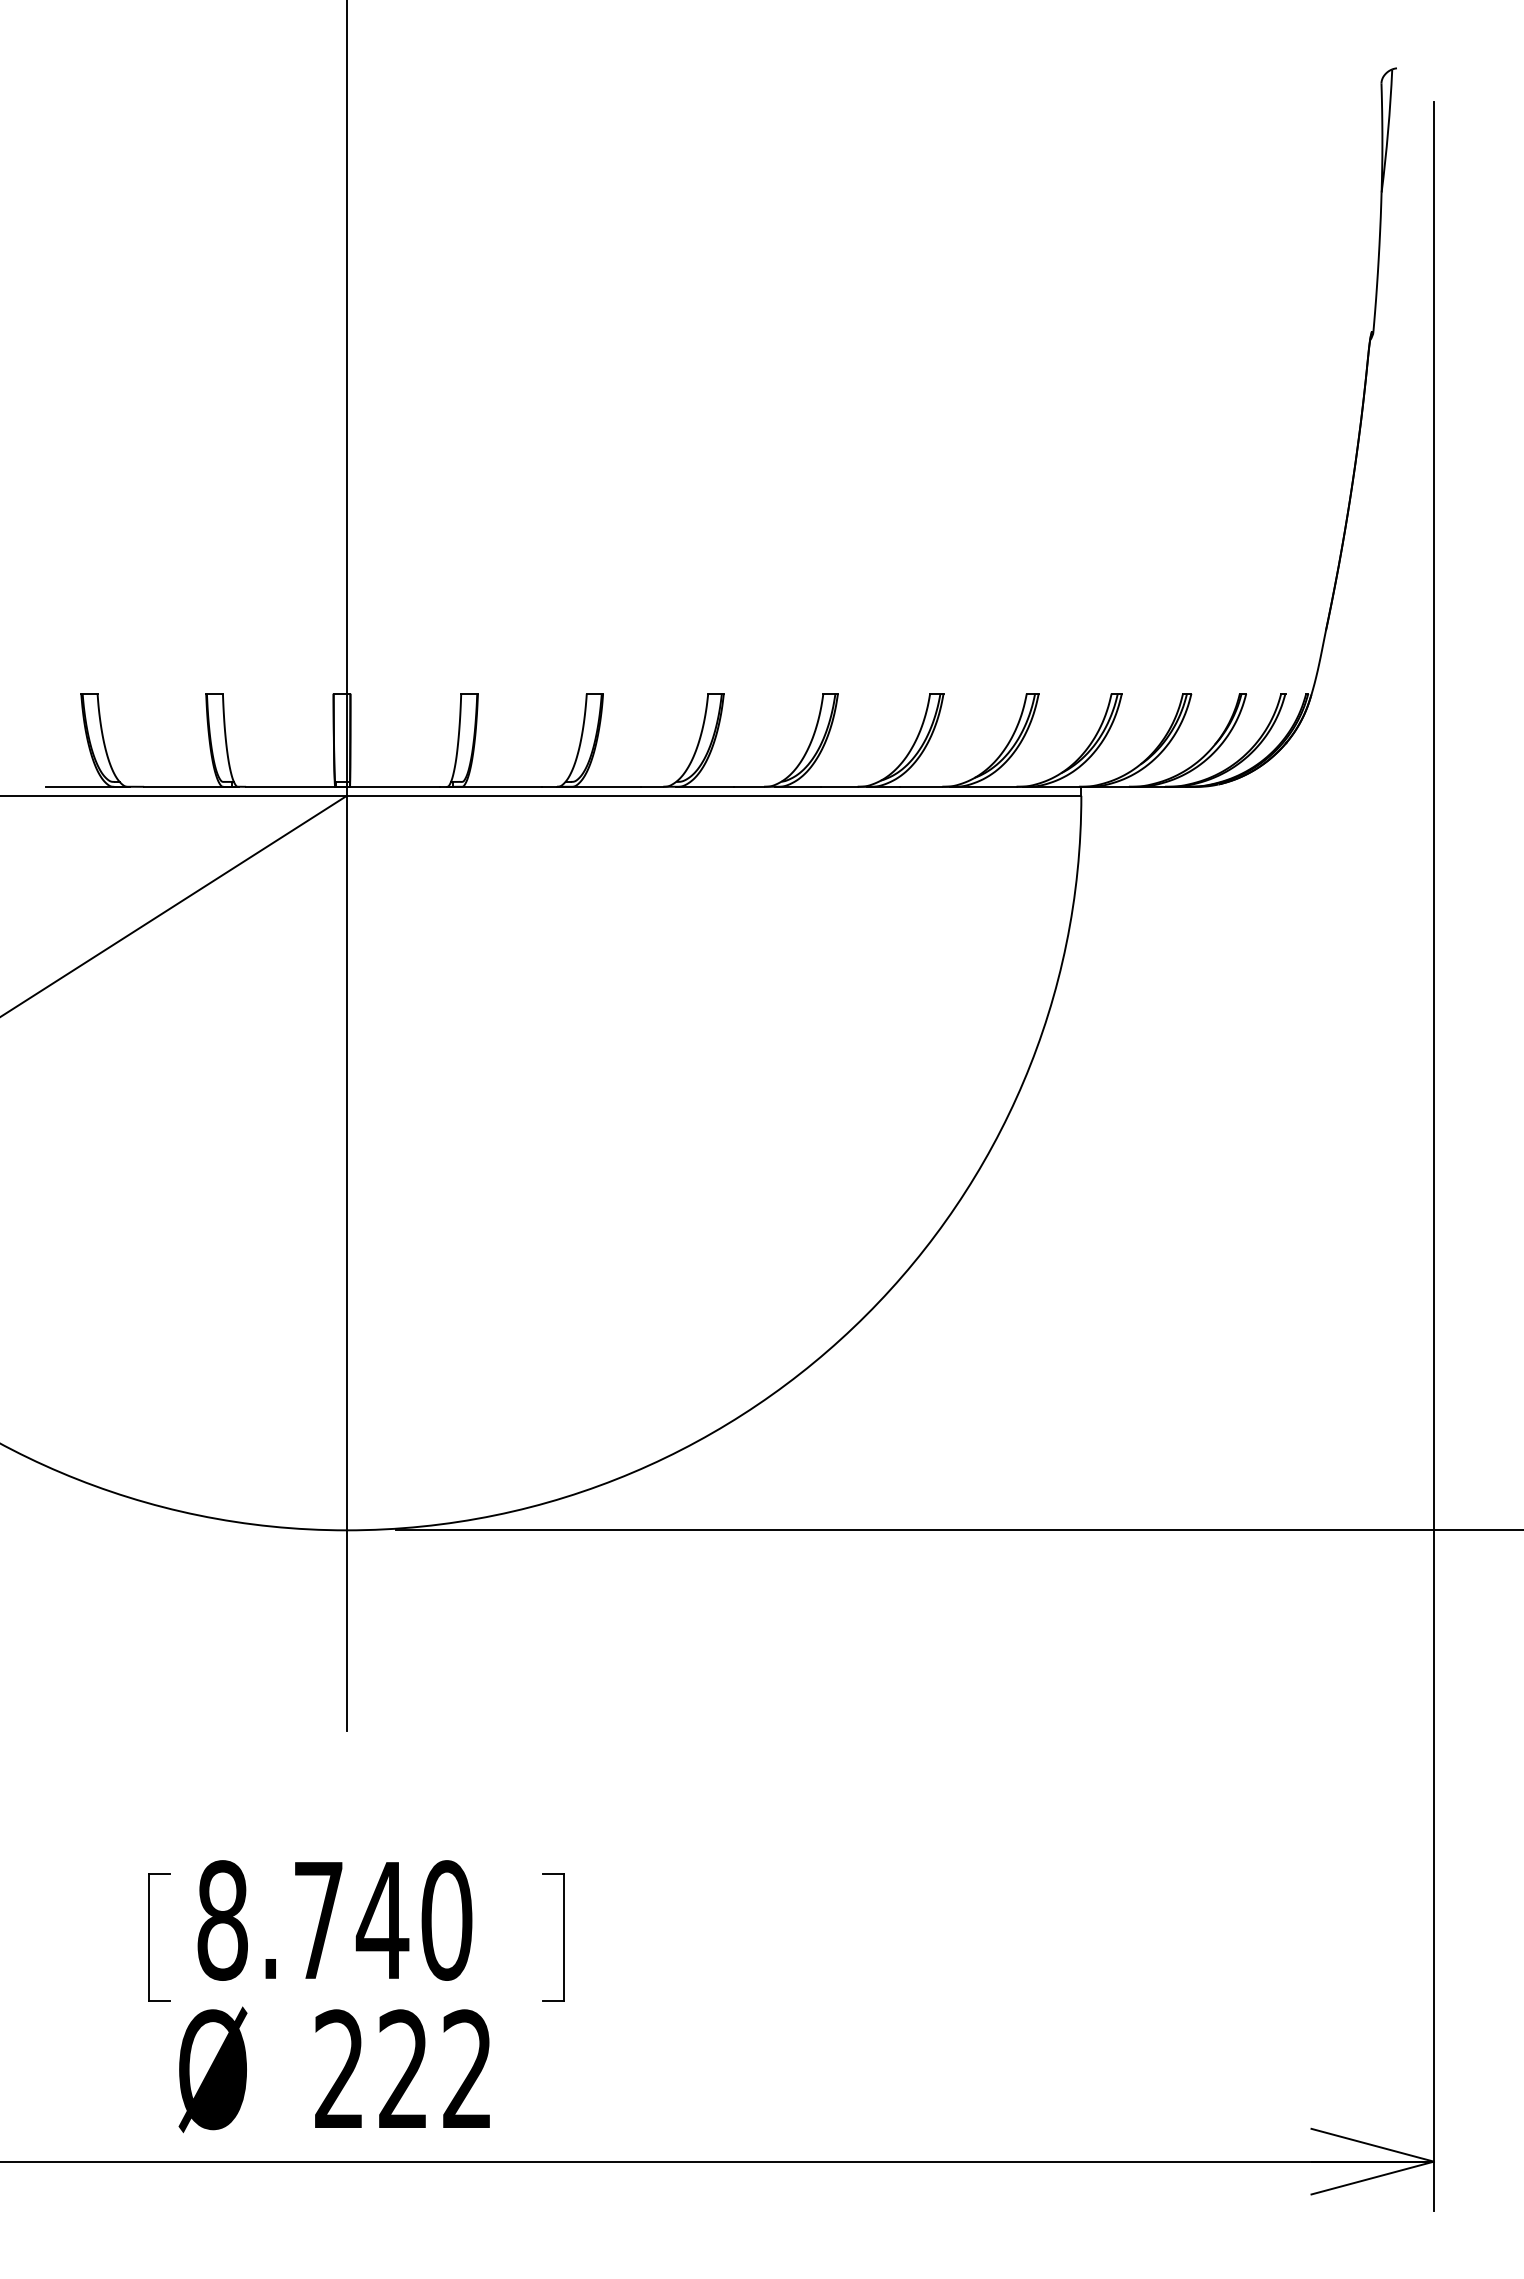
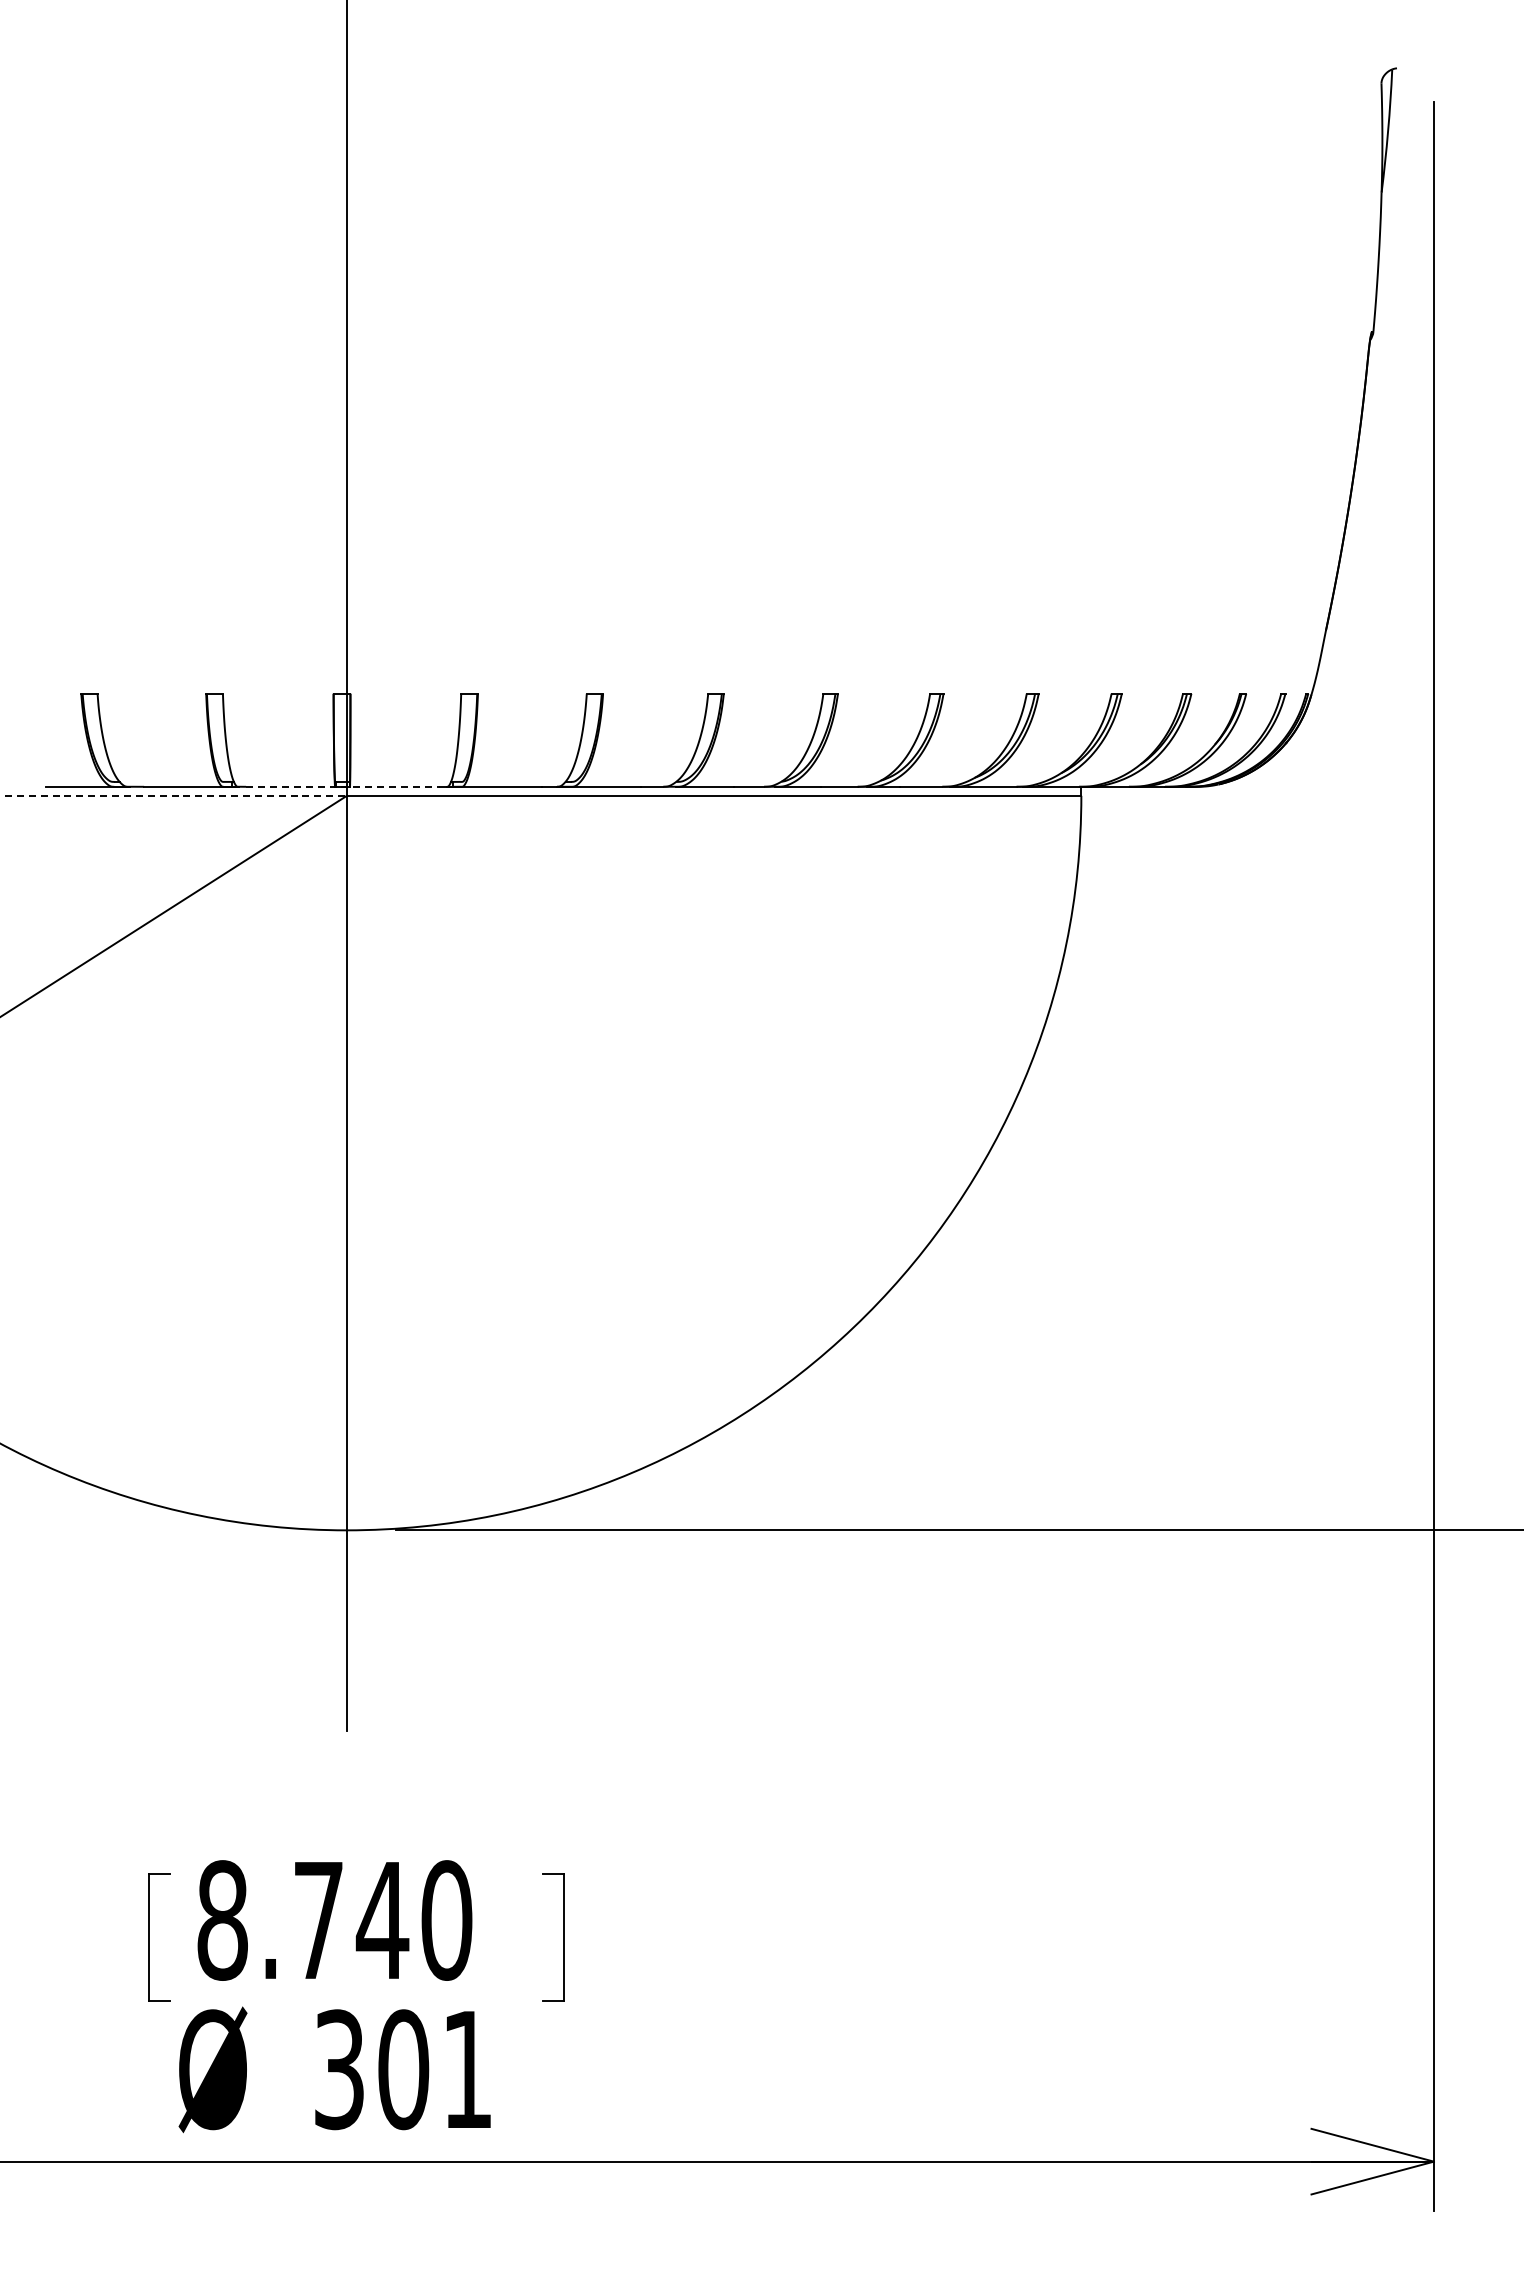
line at (343, 786): solid -> dashed
line at (174, 795): solid -> dashed
text at (402, 2069): 222 -> 301
